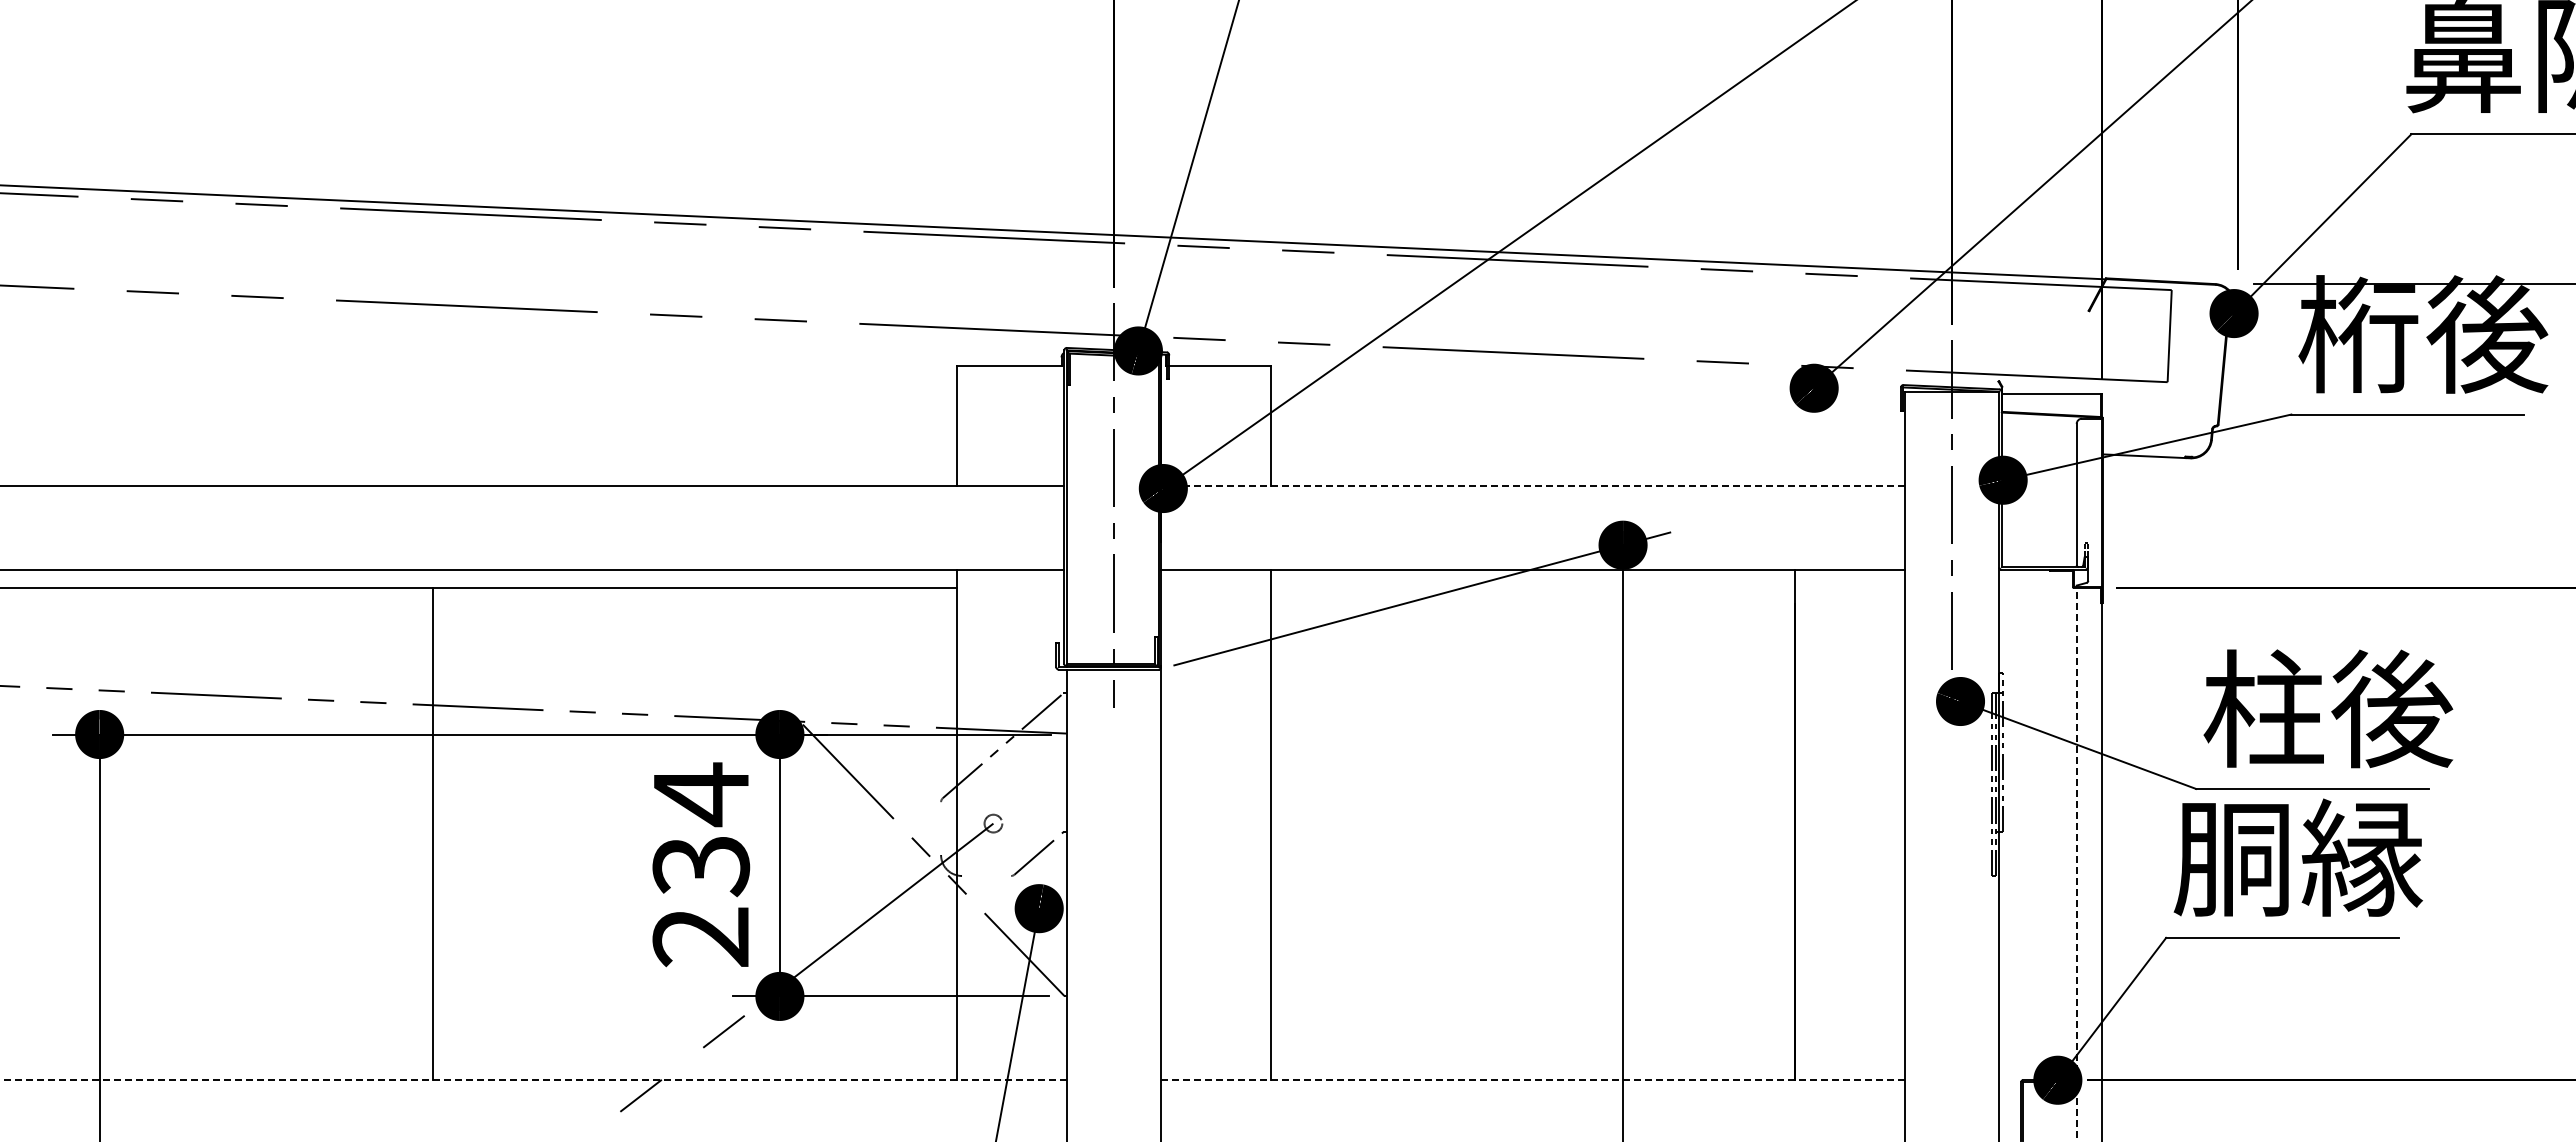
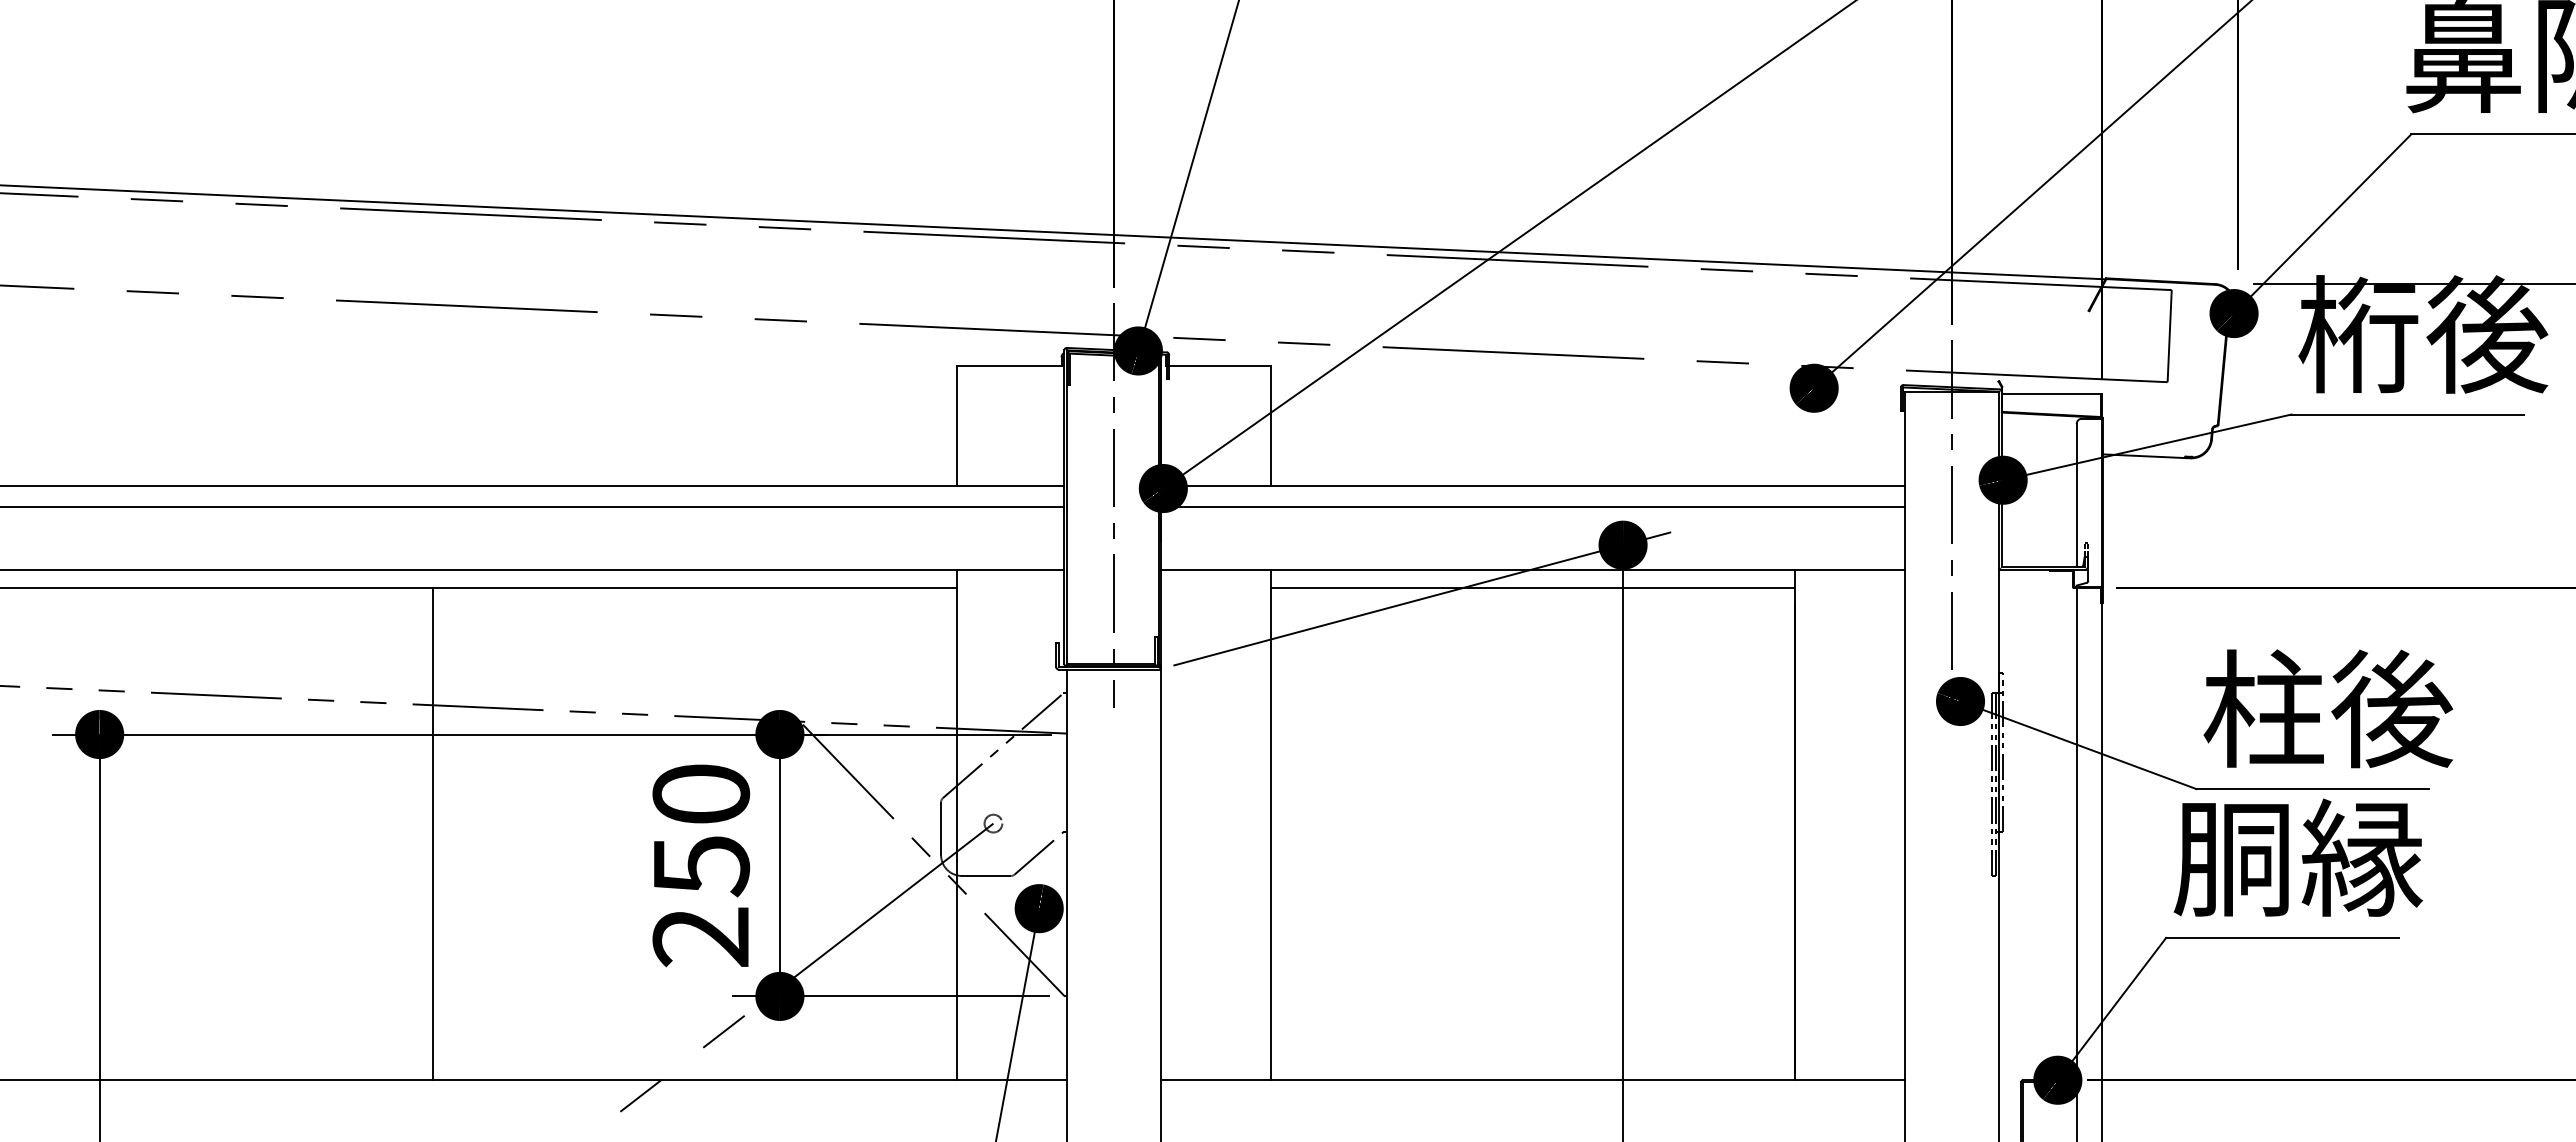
line at (1532, 486): dashed -> solid
line at (533, 506): none -> present
line at (1532, 506): none -> present
line at (1532, 587): none -> present
line at (941, 828): none -> present
text at (701, 829): 234 -> 250
line at (2076, 864): dashed -> solid
line at (986, 876): none -> present
line at (532, 1080): dashed -> solid
line at (1532, 1080): dashed -> solid
